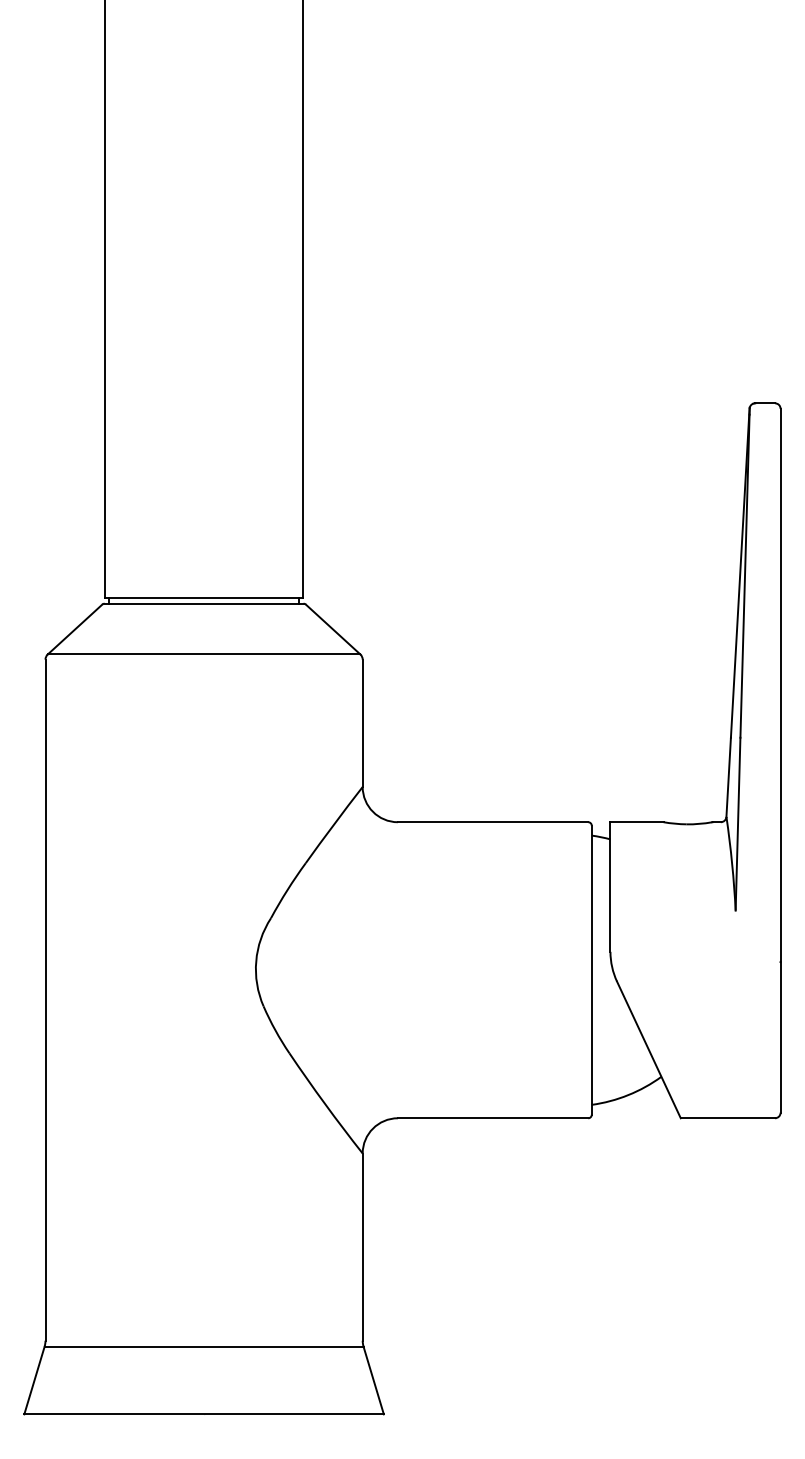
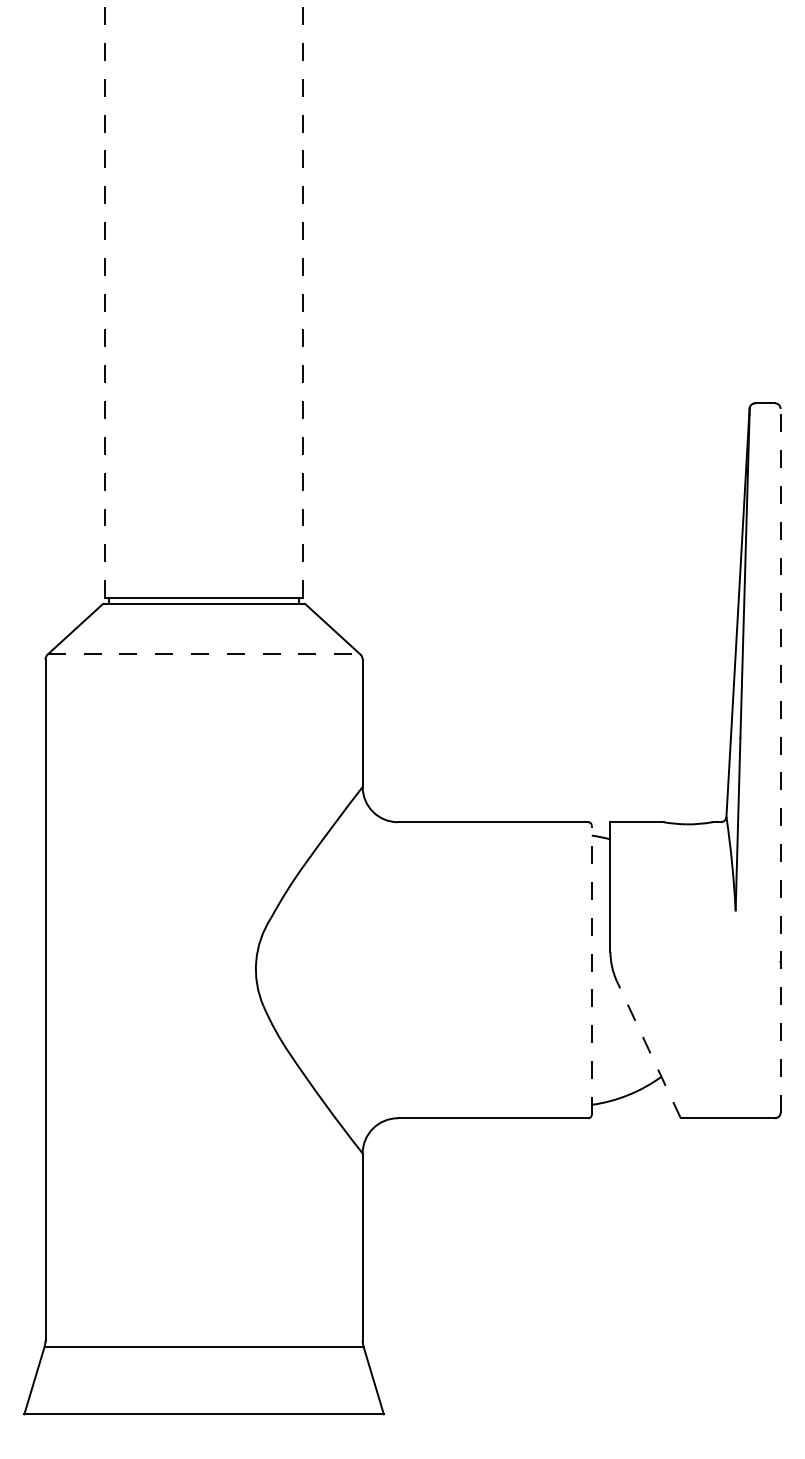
line at (105, 299): solid -> dashed
line at (302, 299): solid -> dashed
line at (204, 654): solid -> dashed
line at (780, 760): solid -> dashed
line at (591, 970): solid -> dashed
line at (648, 1049): solid -> dashed
